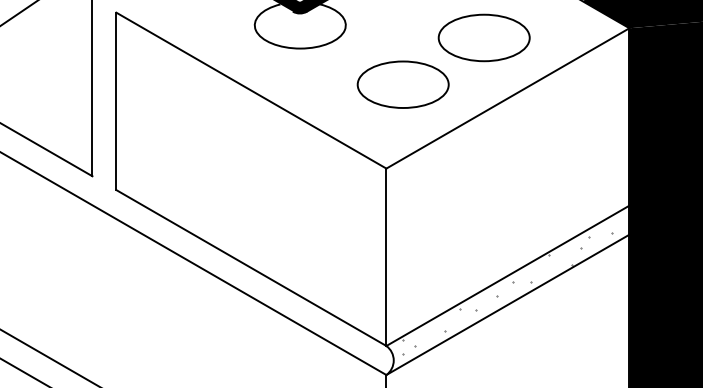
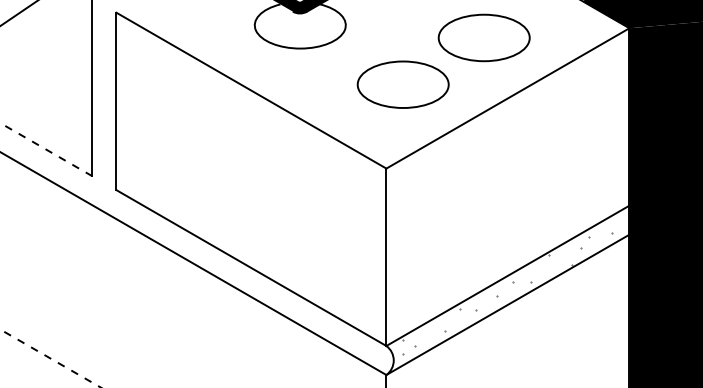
line at (46, 149): solid -> dashed
line at (50, 358): solid -> dashed
line at (24, 371): present -> none
